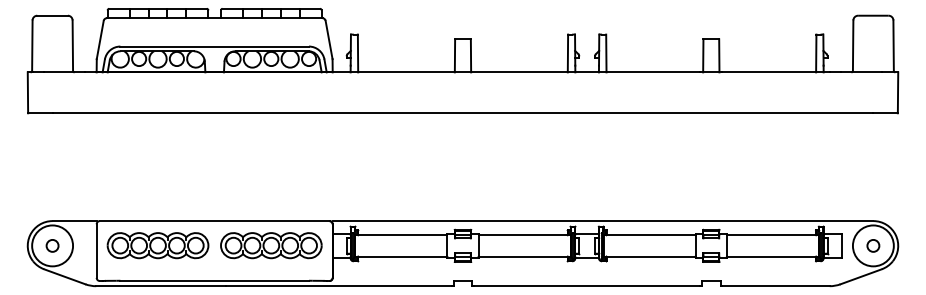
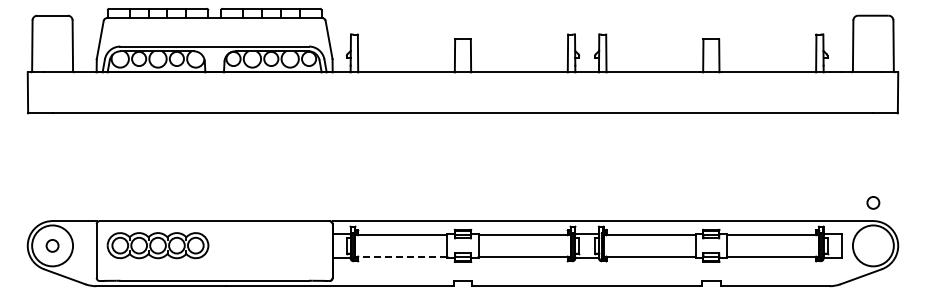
part at (271, 245): present -> none
circle at (873, 245) position: (873, 245) -> (873, 202)
line at (401, 256): solid -> dashed
